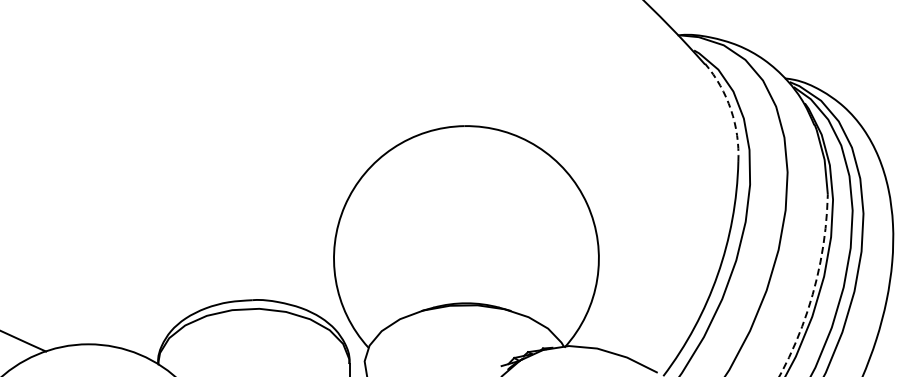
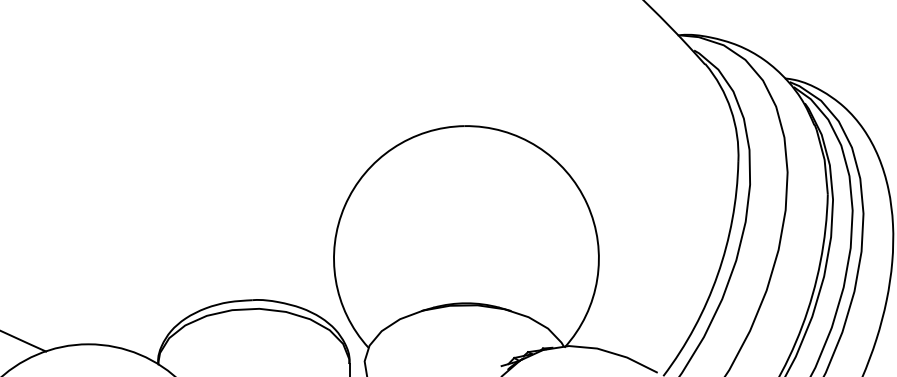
arc at (731, 109): dashed -> solid
arc at (814, 288): dashed -> solid
